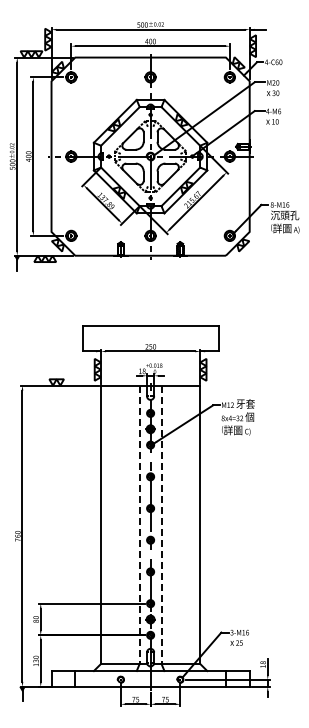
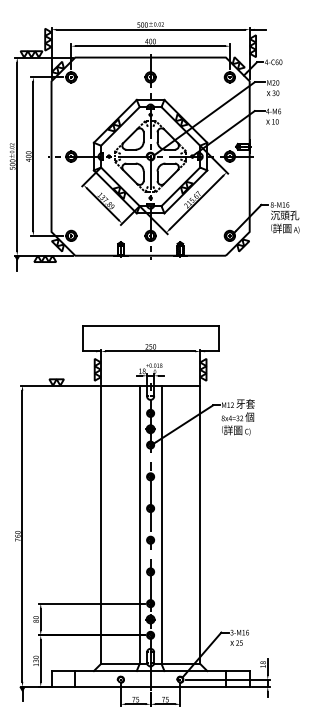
line at (139, 525): dashed -> solid
line at (161, 525): dashed -> solid
